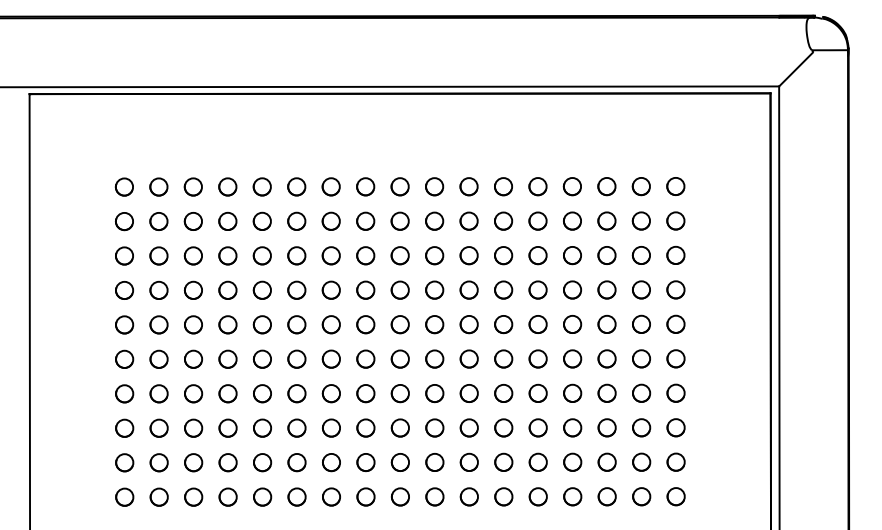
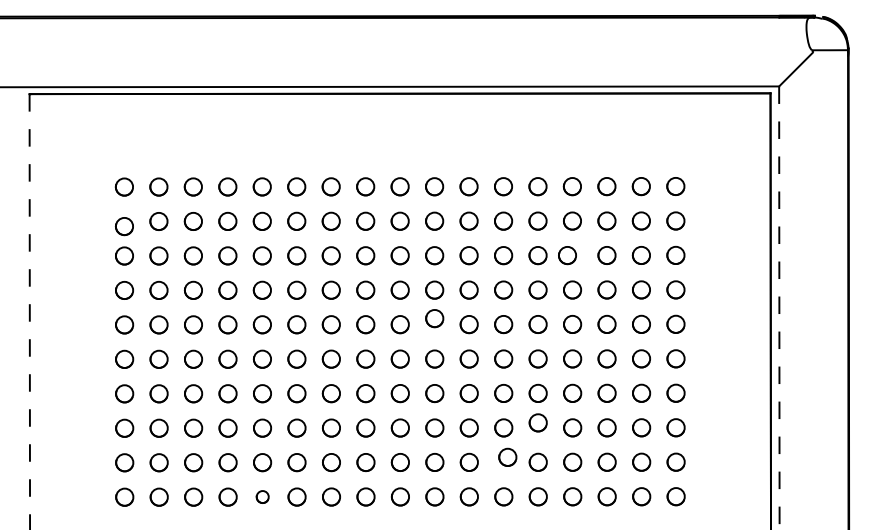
circle at (124, 221) position: (124, 221) -> (124, 226)
circle at (572, 255) position: (572, 255) -> (567, 255)
line at (779, 308): solid -> dashed
line at (29, 312): solid -> dashed
circle at (434, 324) position: (434, 324) -> (434, 318)
circle at (537, 427) position: (537, 427) -> (537, 422)
circle at (503, 461) position: (503, 461) -> (507, 456)
circle at (262, 496) size: 20x20 px -> 15x14 px
